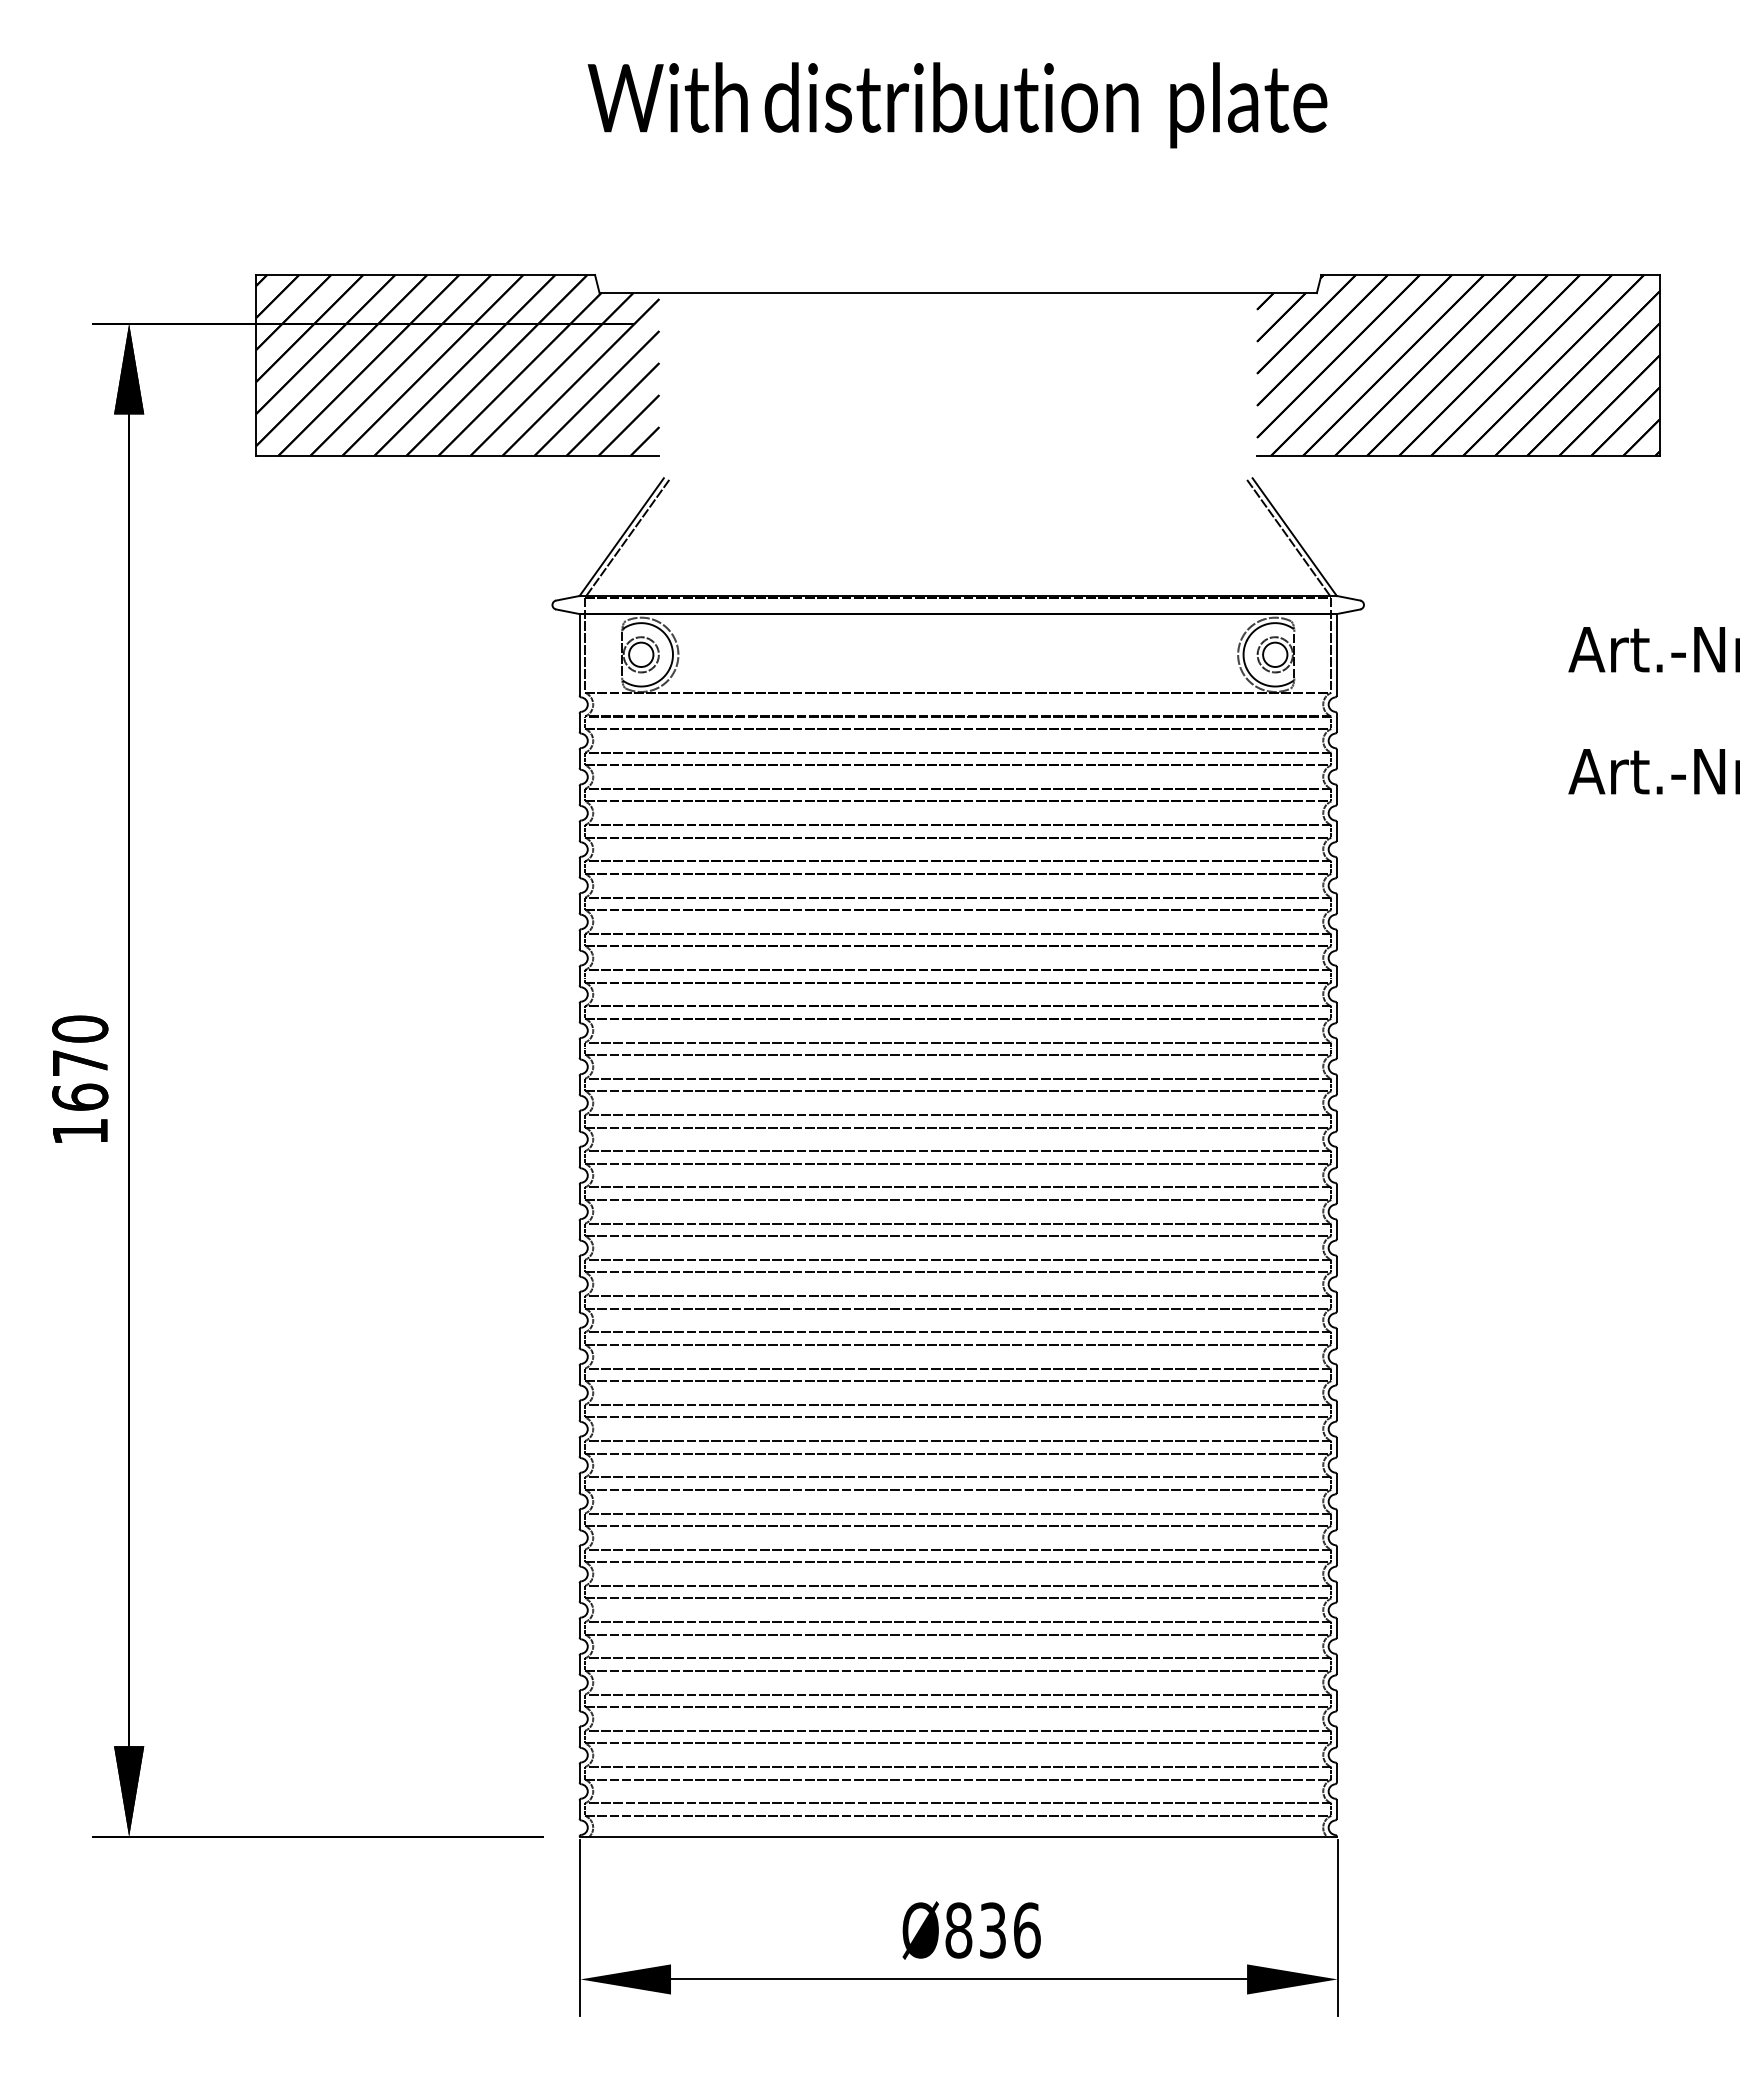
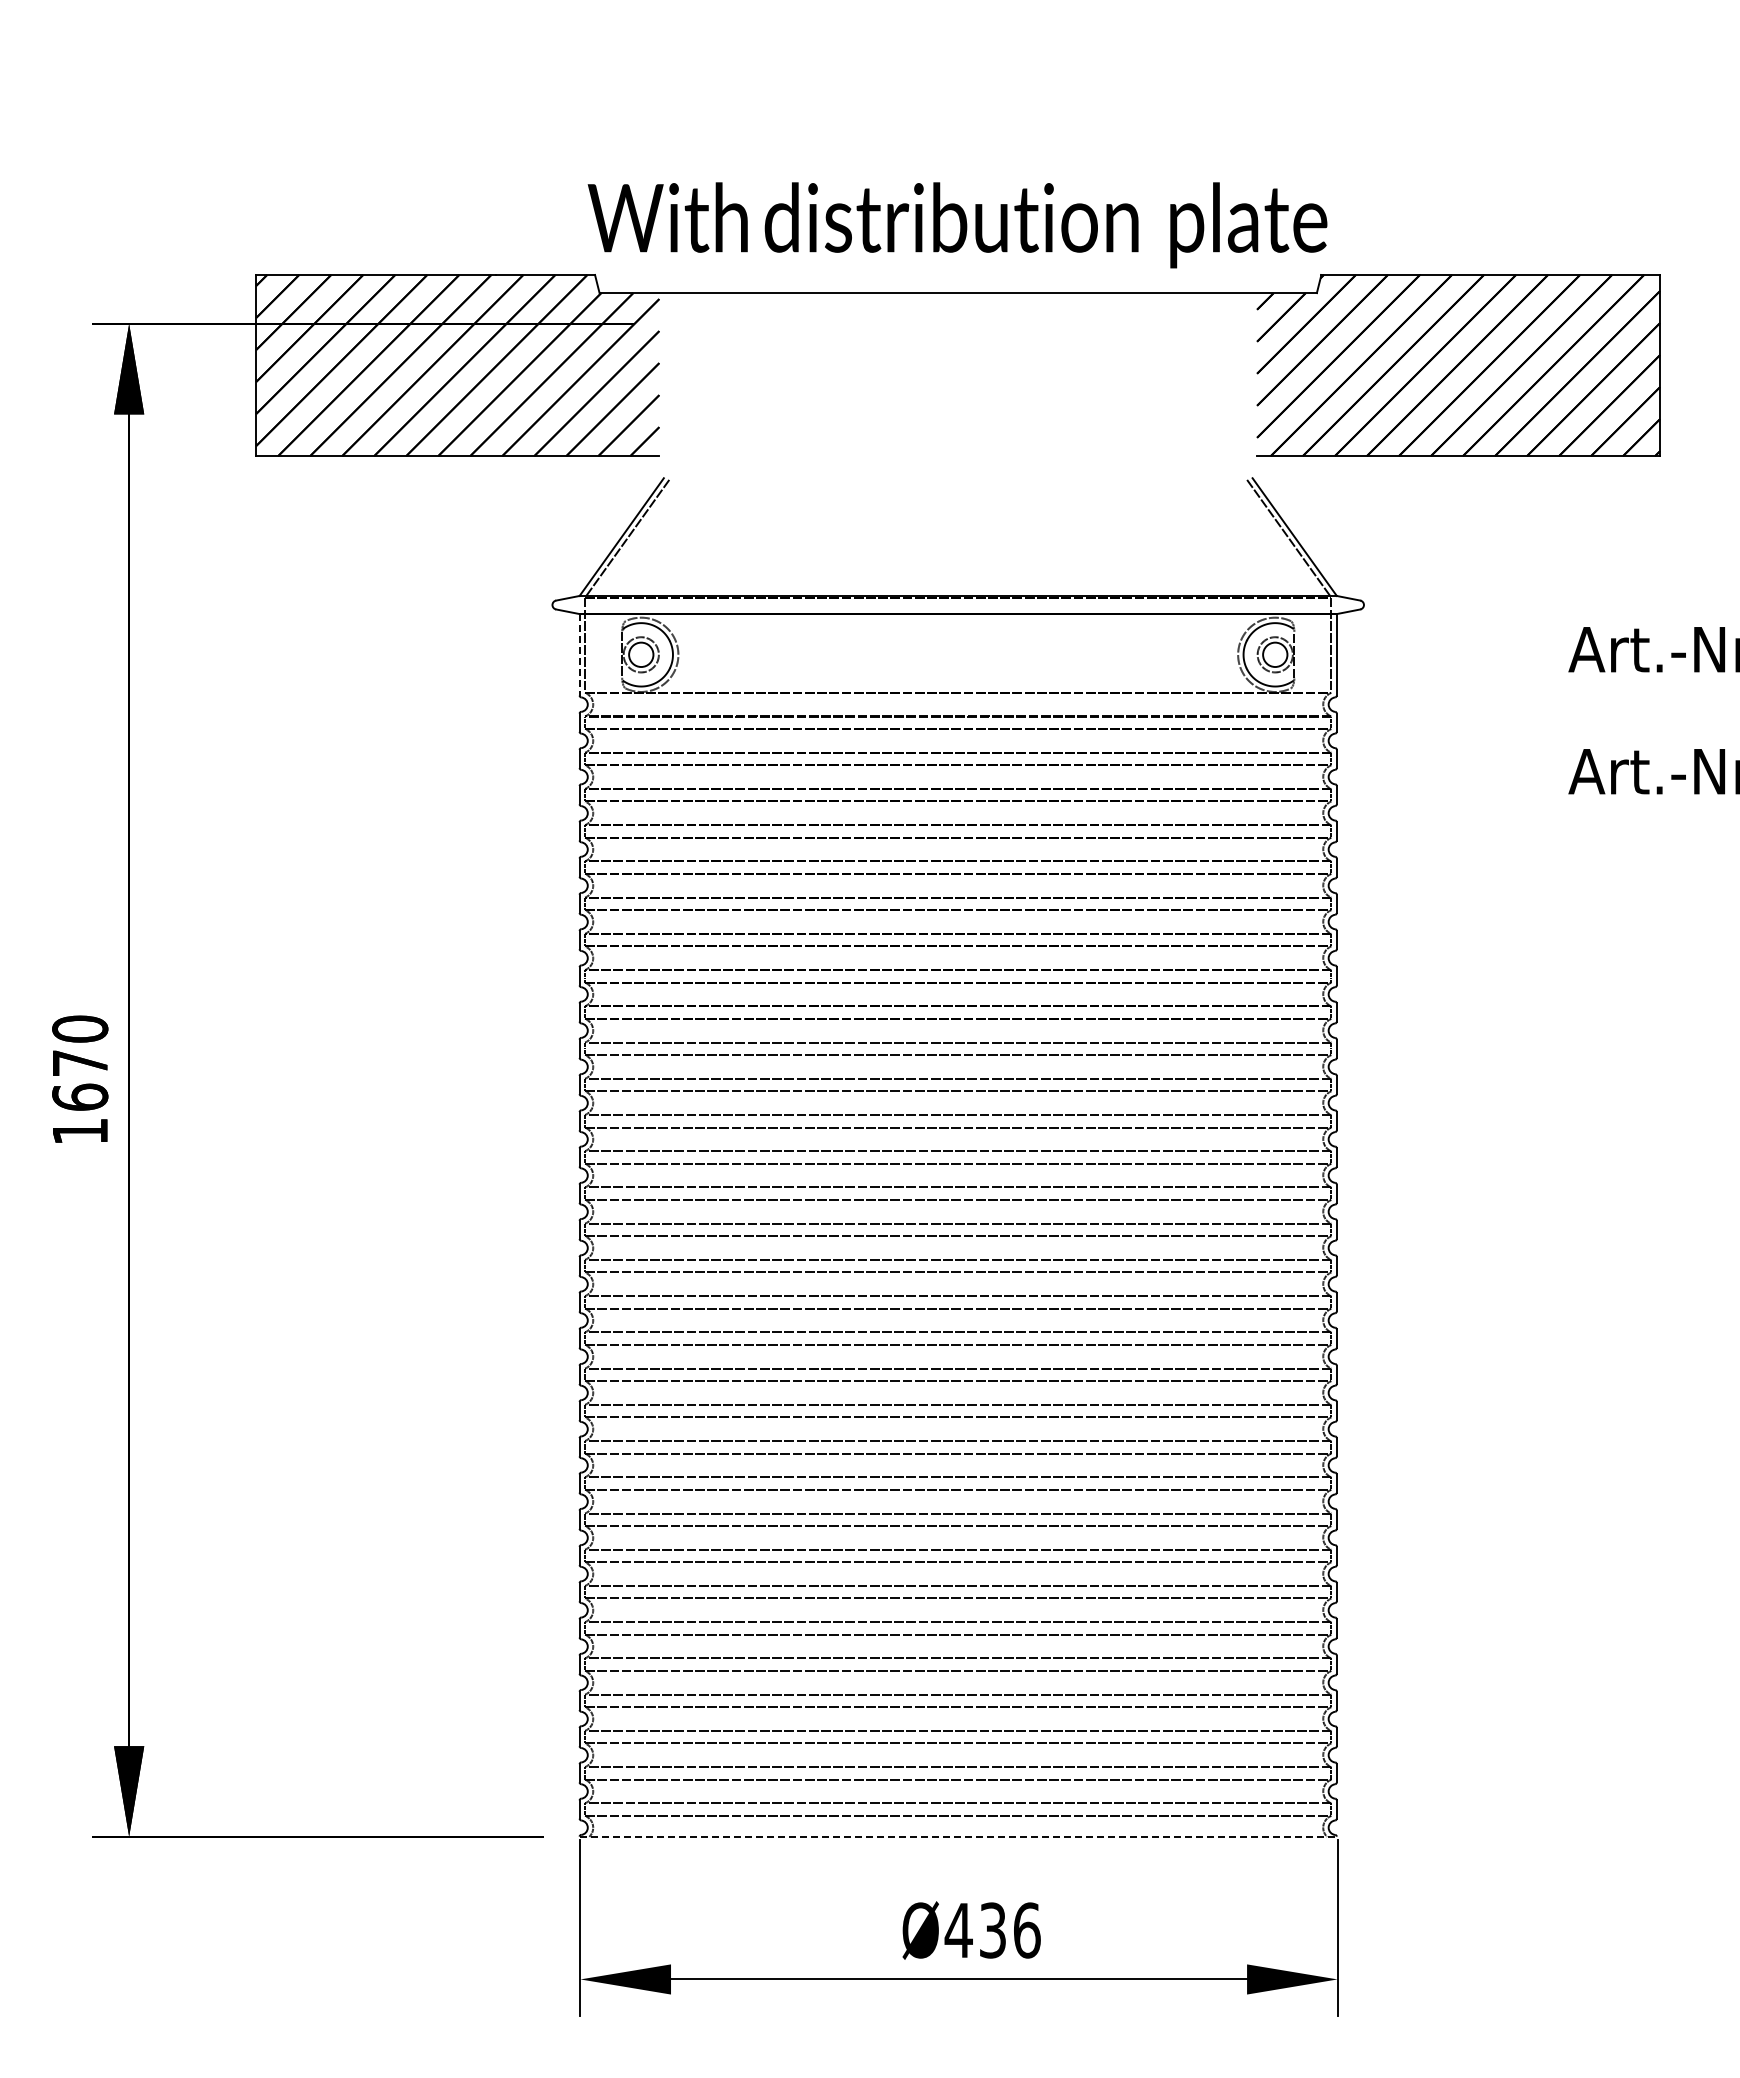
text at (957, 105) position: (957, 105) -> (957, 225)
line at (579, 654): solid -> dashed
line at (958, 1836): solid -> dashed
text at (958, 1930): Ø836 -> Ø436
